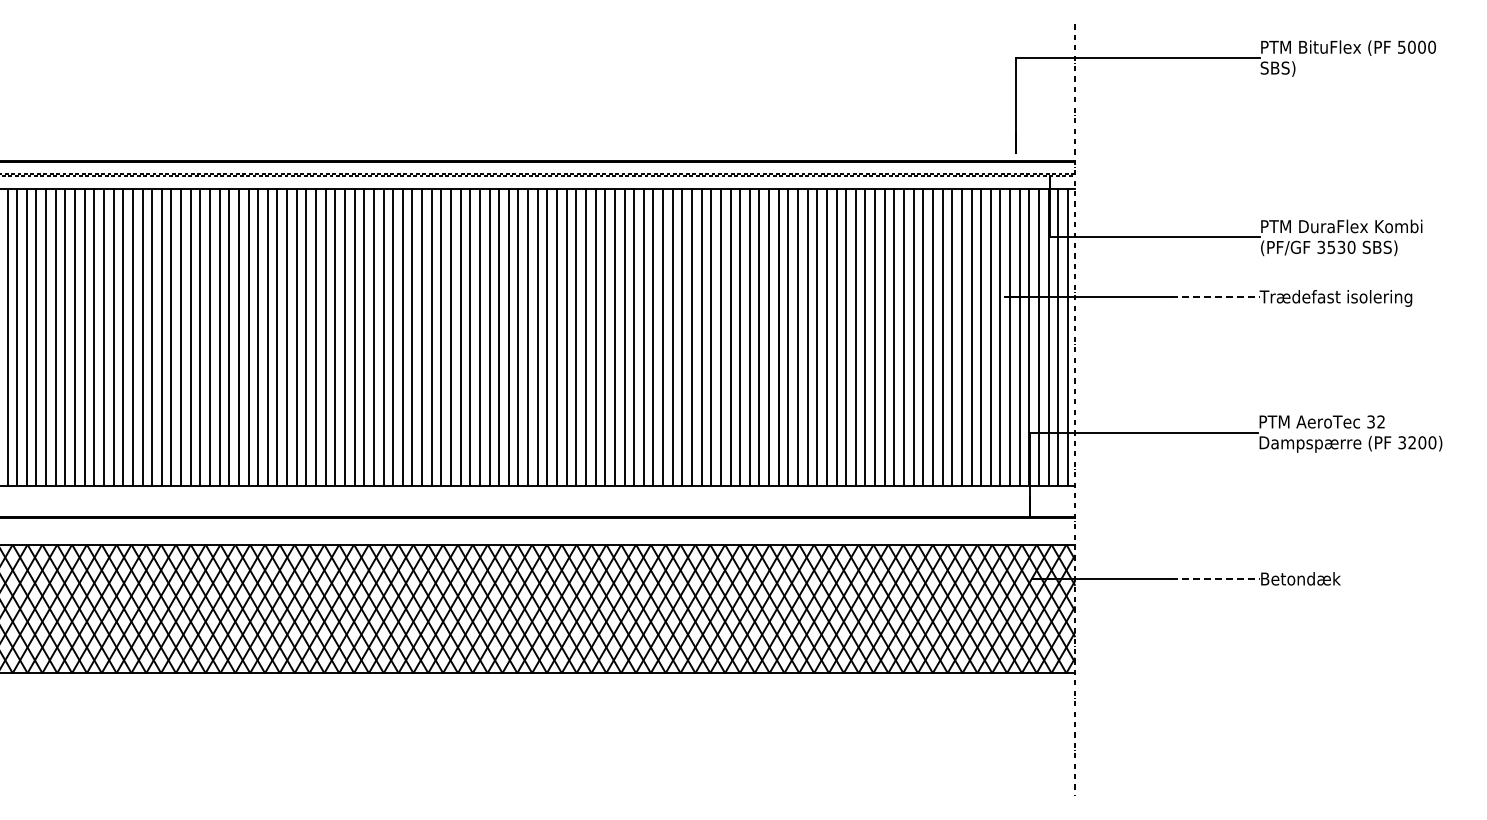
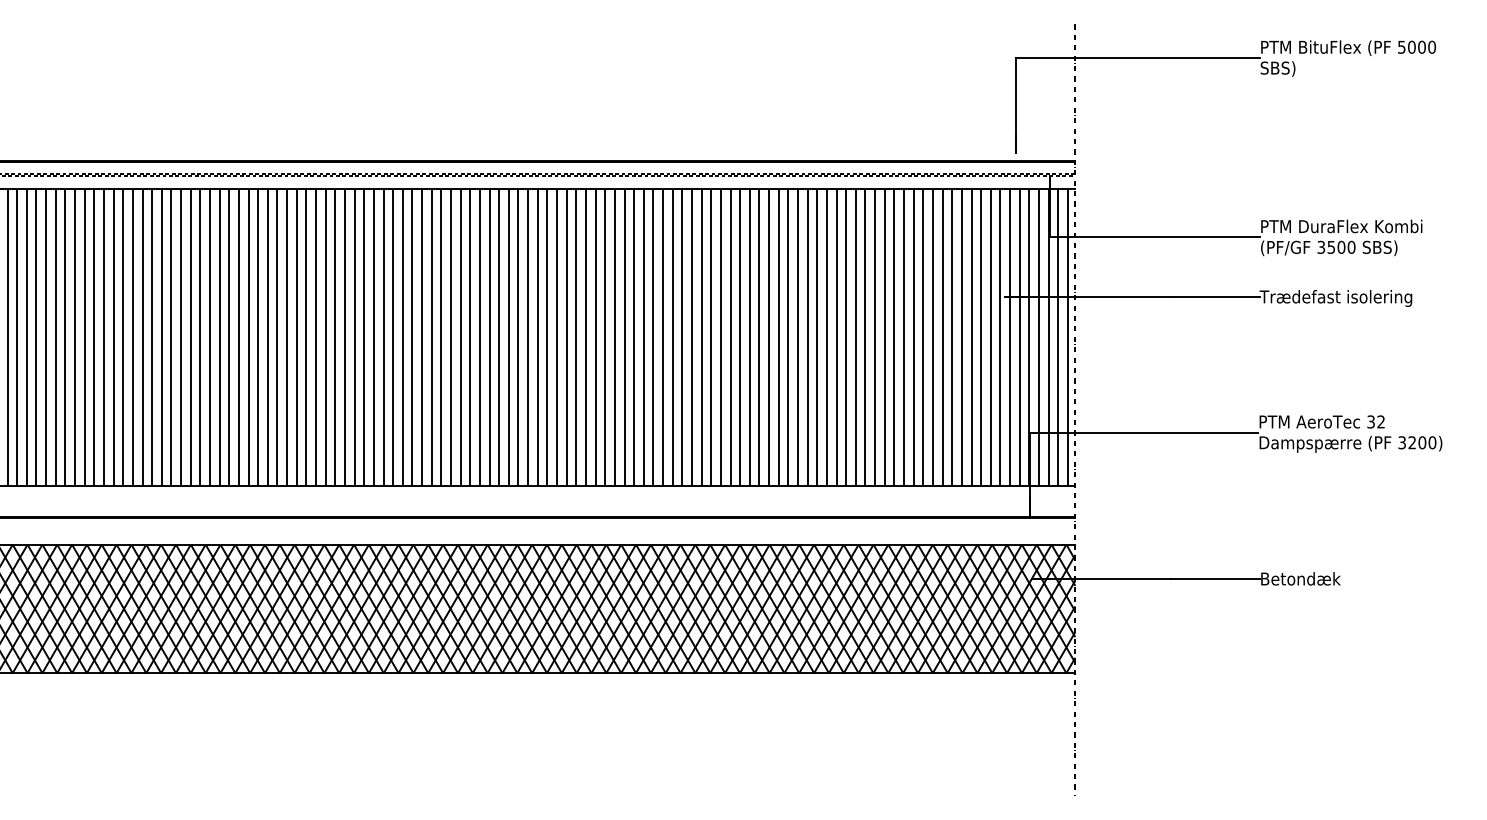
text at (1341, 246): 3530 -> 3500
line at (1215, 297): dashed -> solid
line at (1215, 579): dashed -> solid
